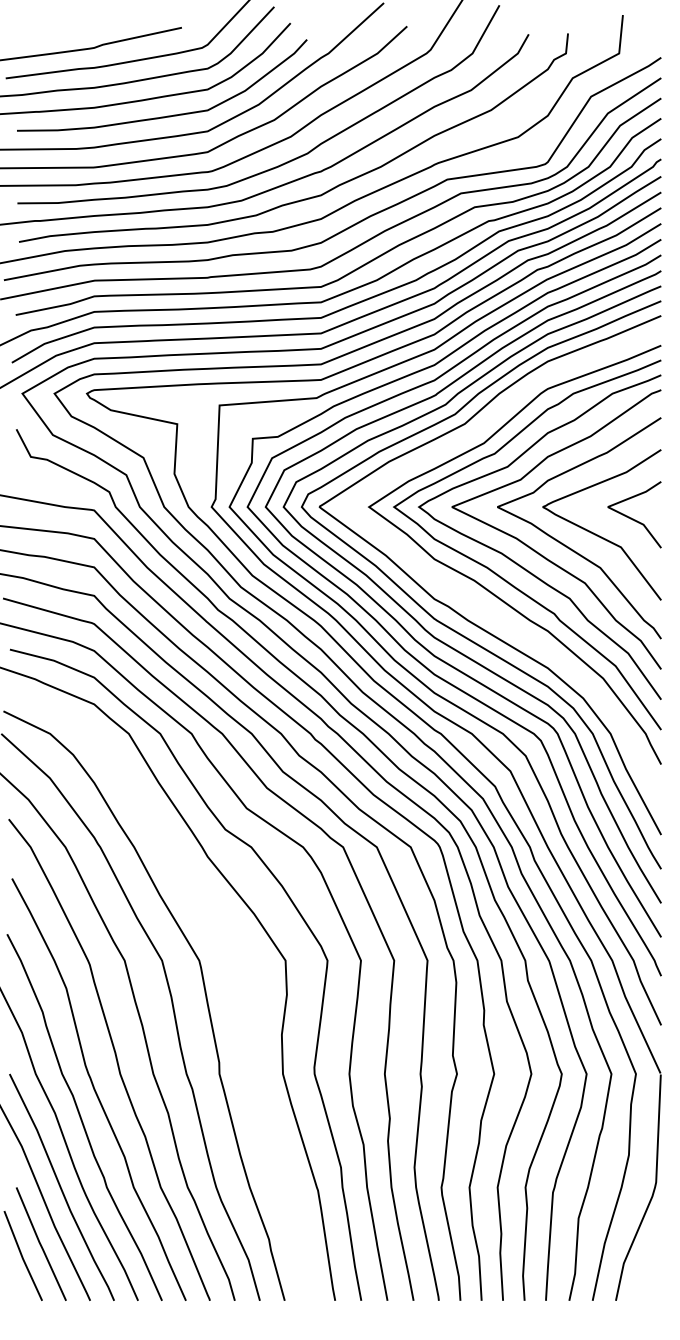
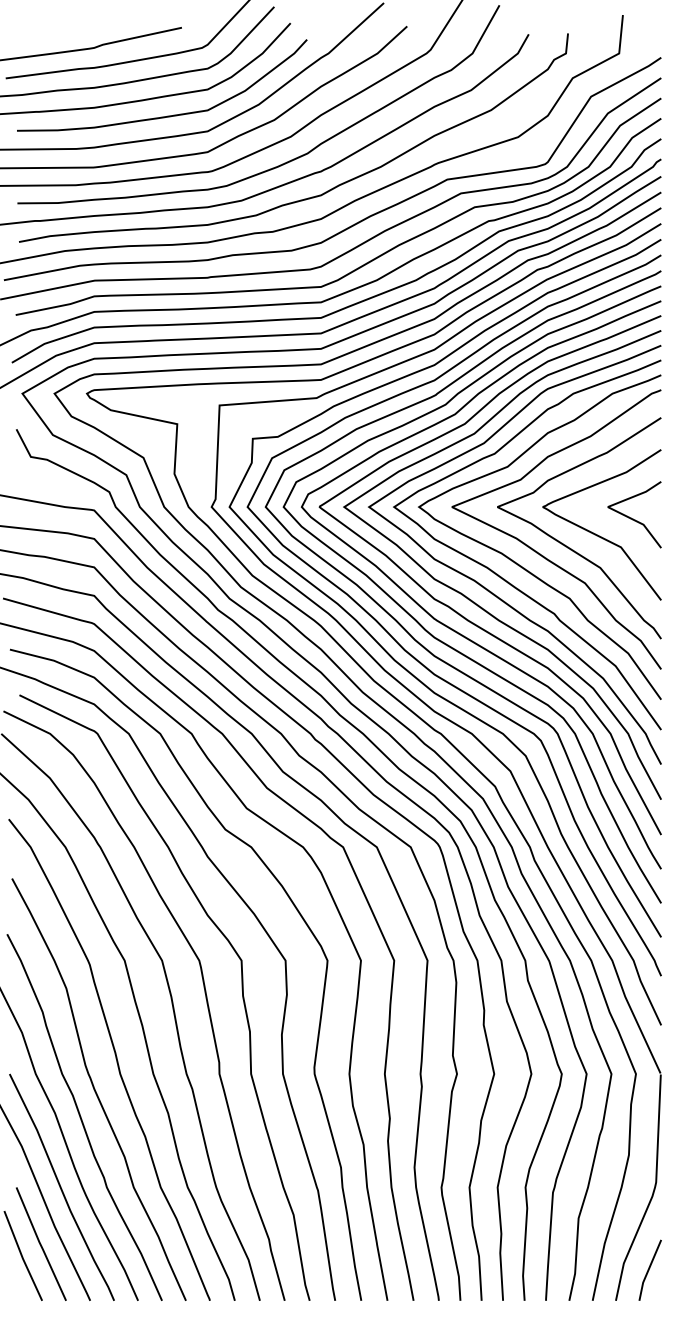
curve at (474, 601): none -> present
curve at (241, 989): none -> present
line at (649, 1269): none -> present
